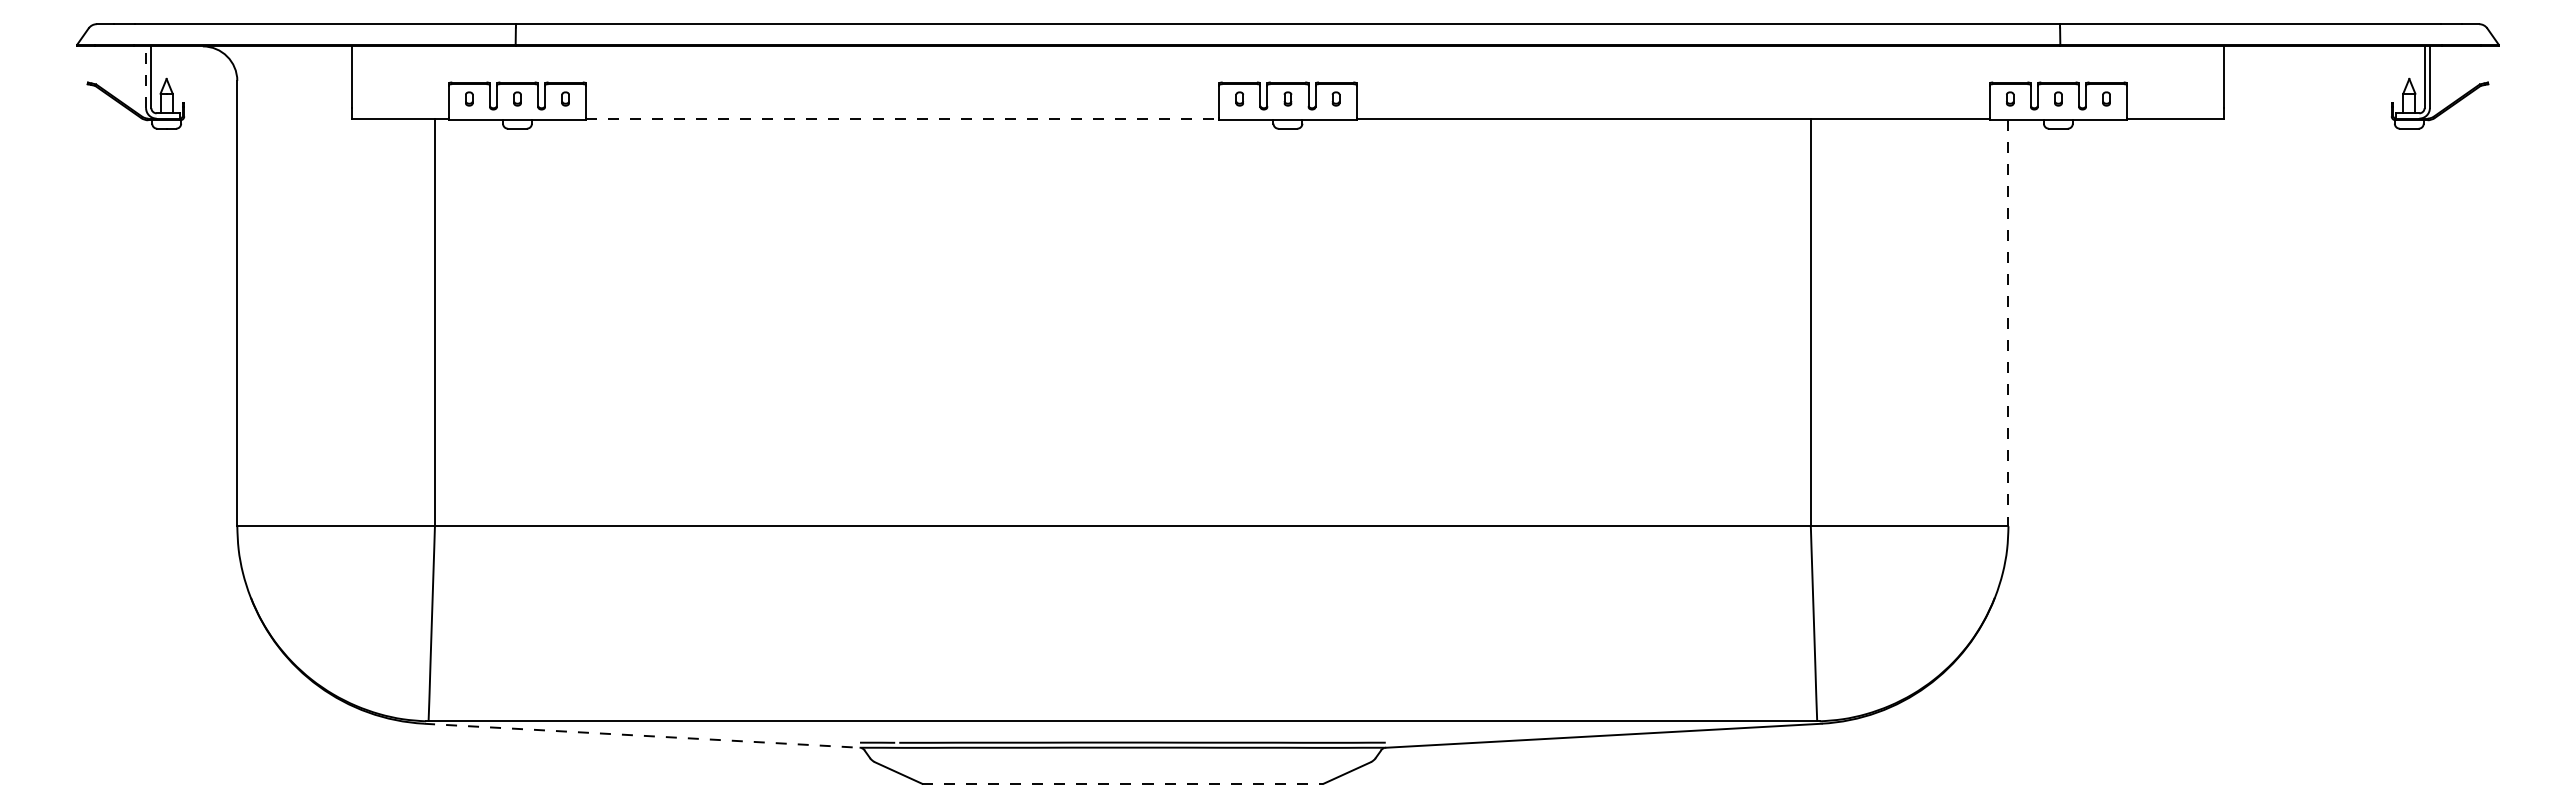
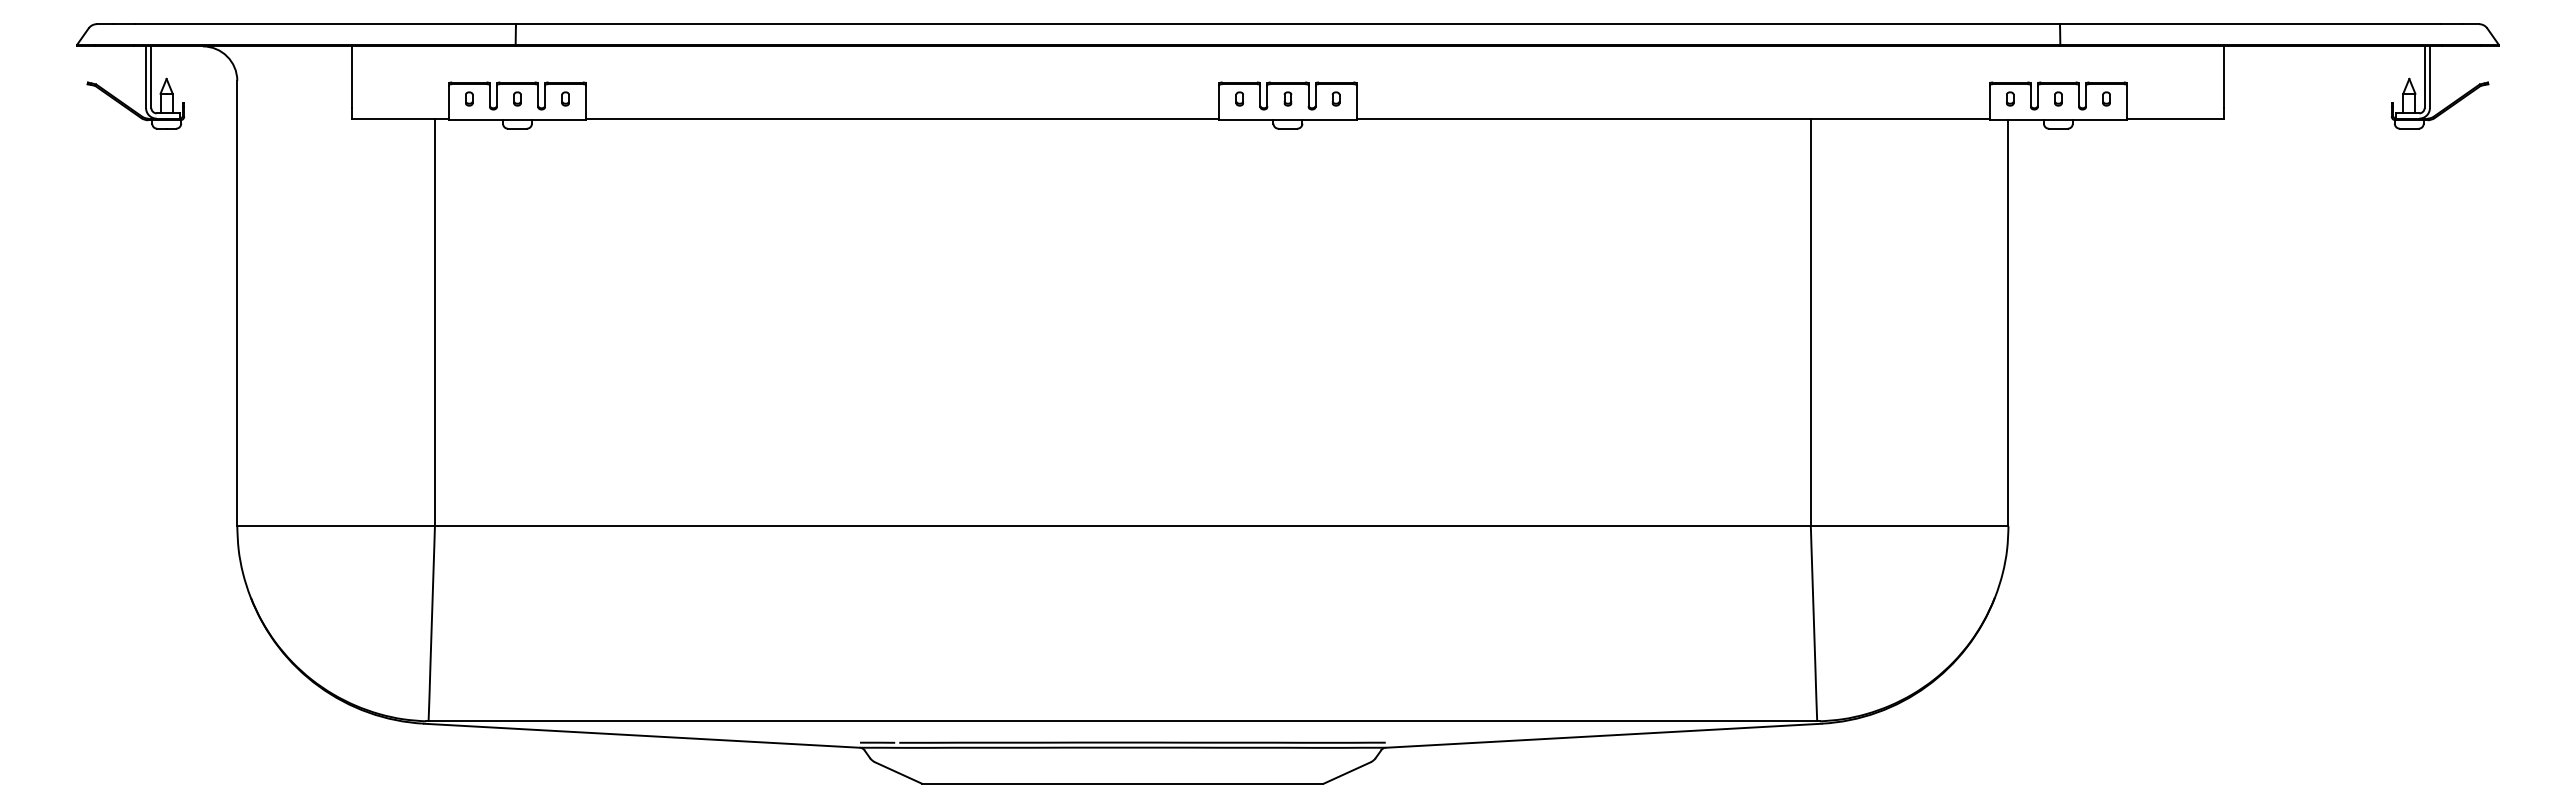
line at (146, 77): dashed -> solid
line at (903, 118): dashed -> solid
line at (2008, 323): dashed -> solid
line at (642, 735): dashed -> solid
line at (1122, 783): dashed -> solid
